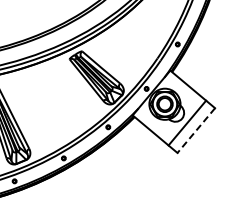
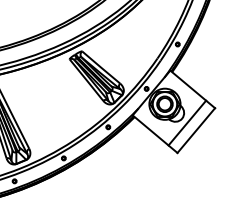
line at (195, 130): dashed -> solid
